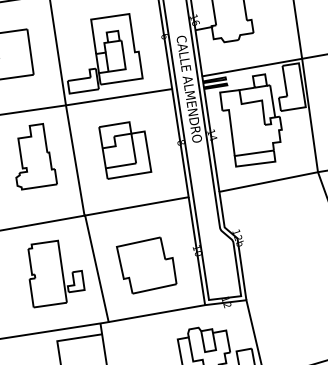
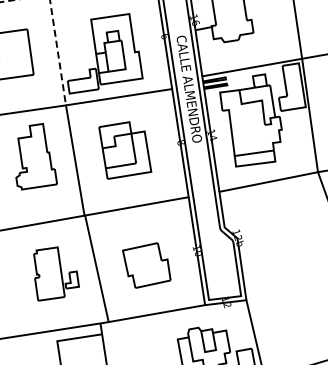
line at (56, 45): solid -> dashed
part at (146, 265) size: 62x59 px -> 50x47 px
part at (56, 273) size: 59x70 px -> 47x56 px
